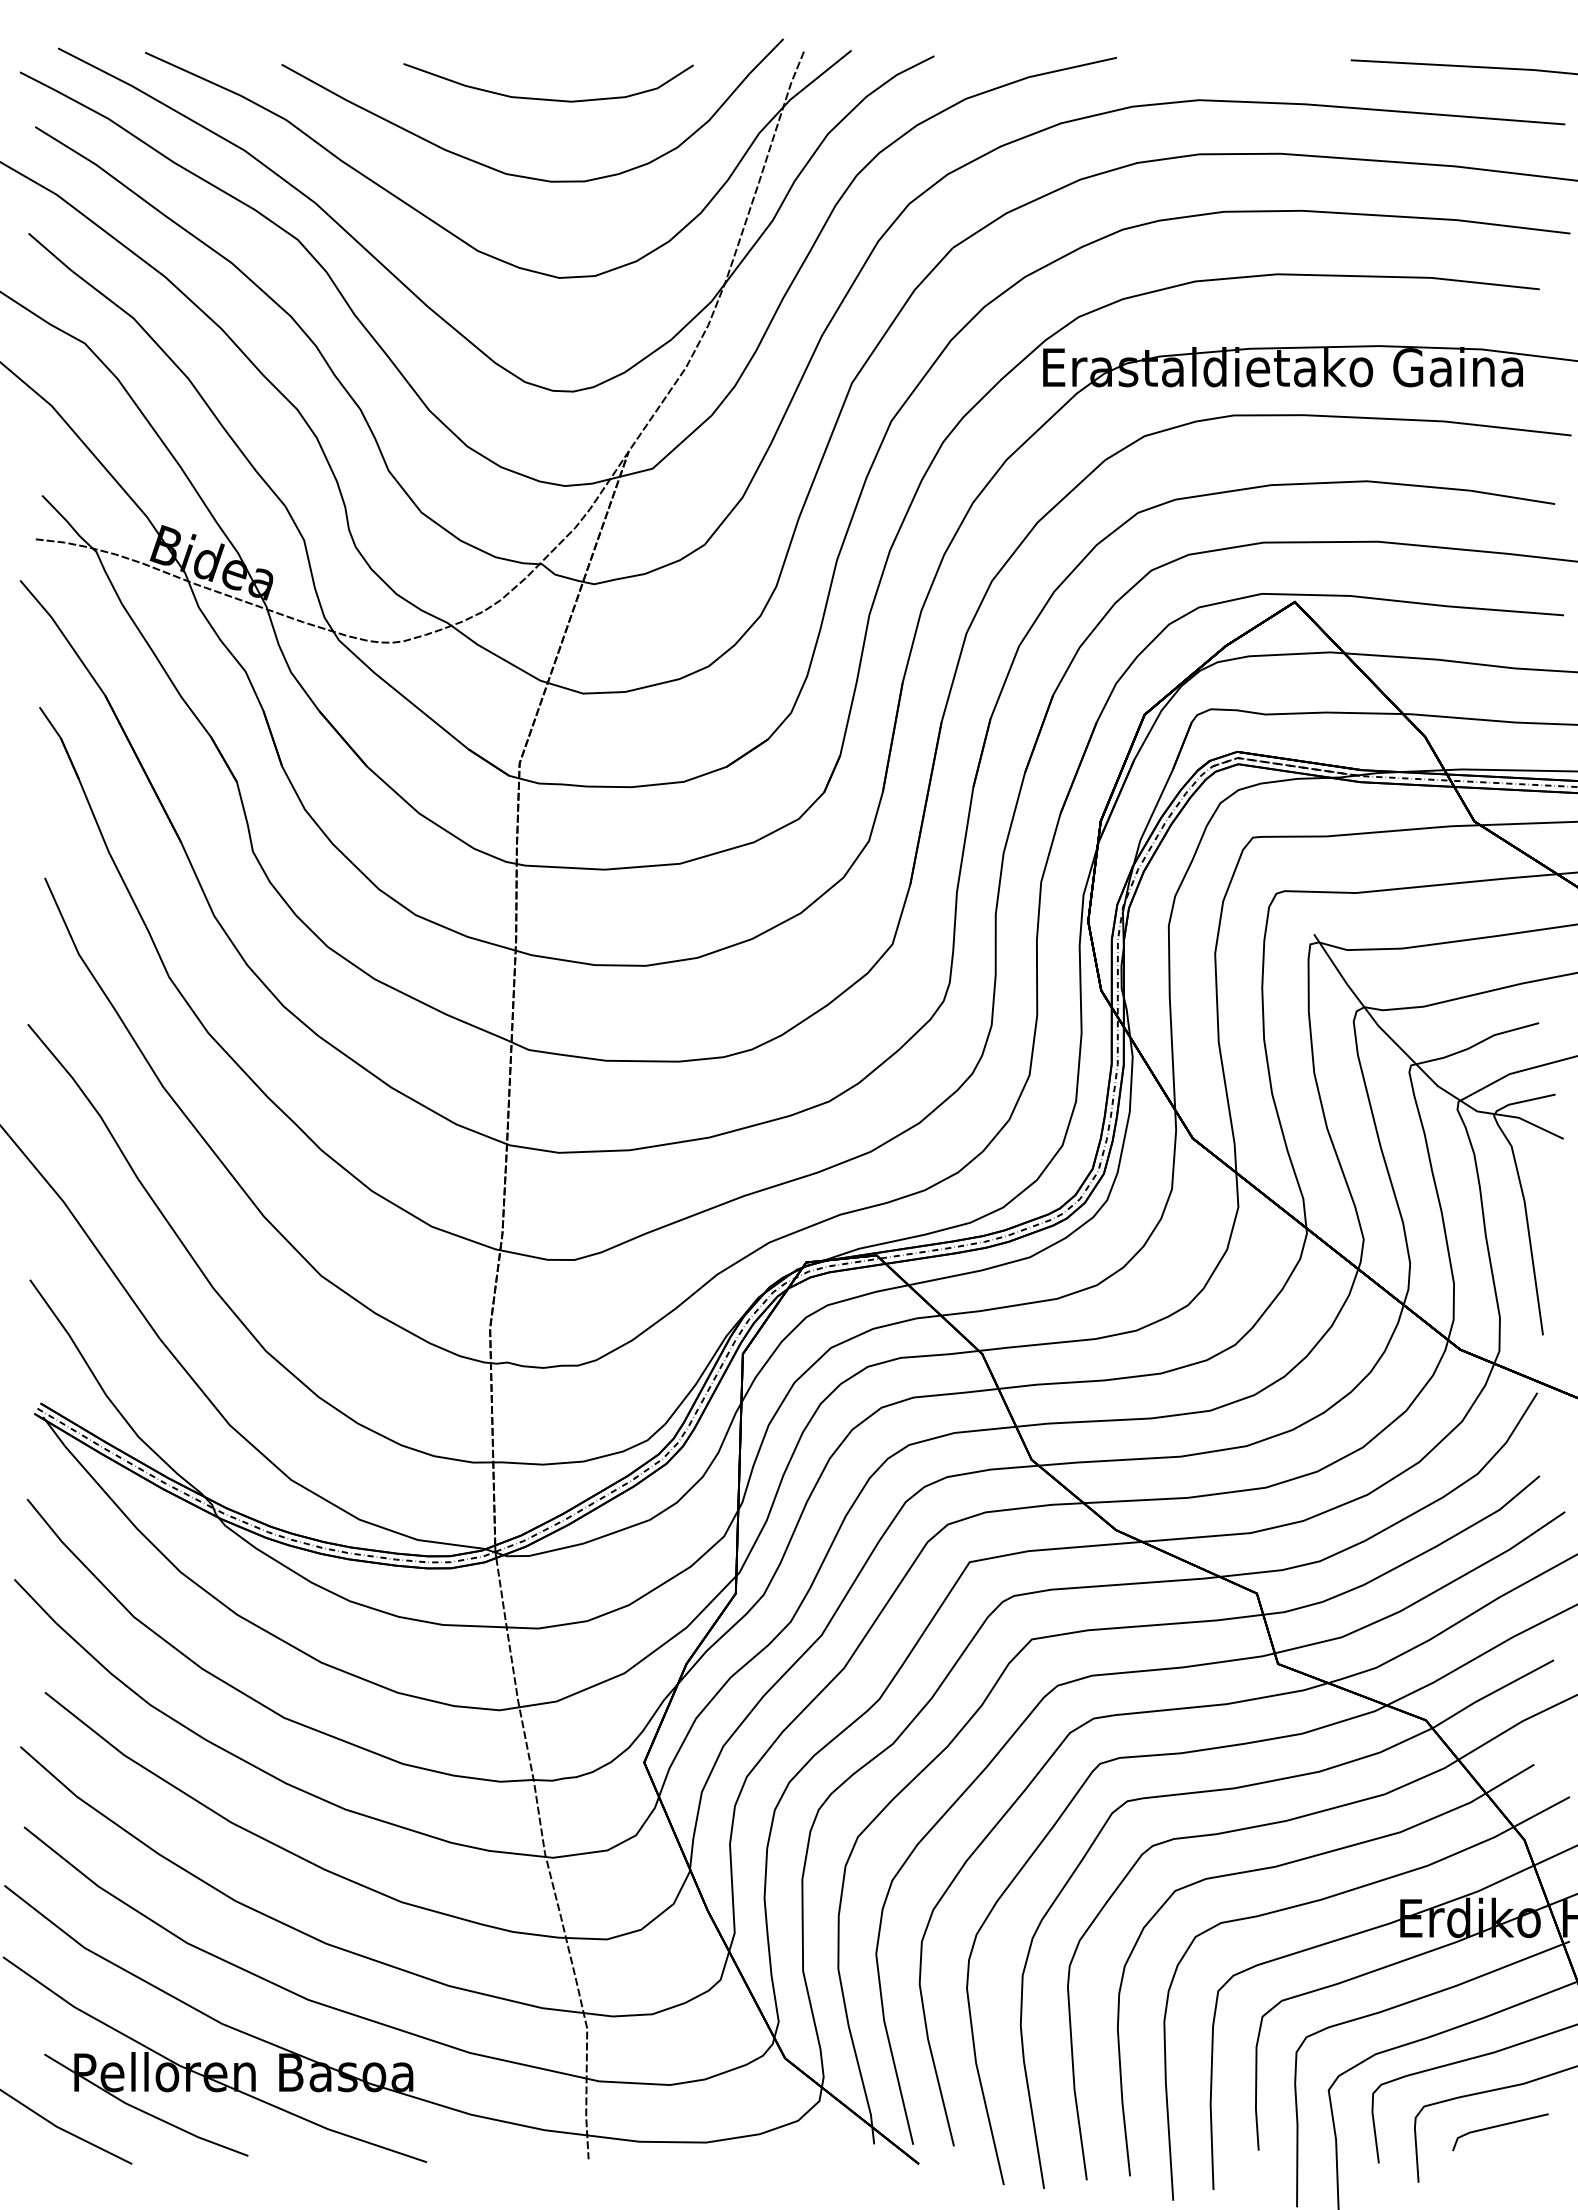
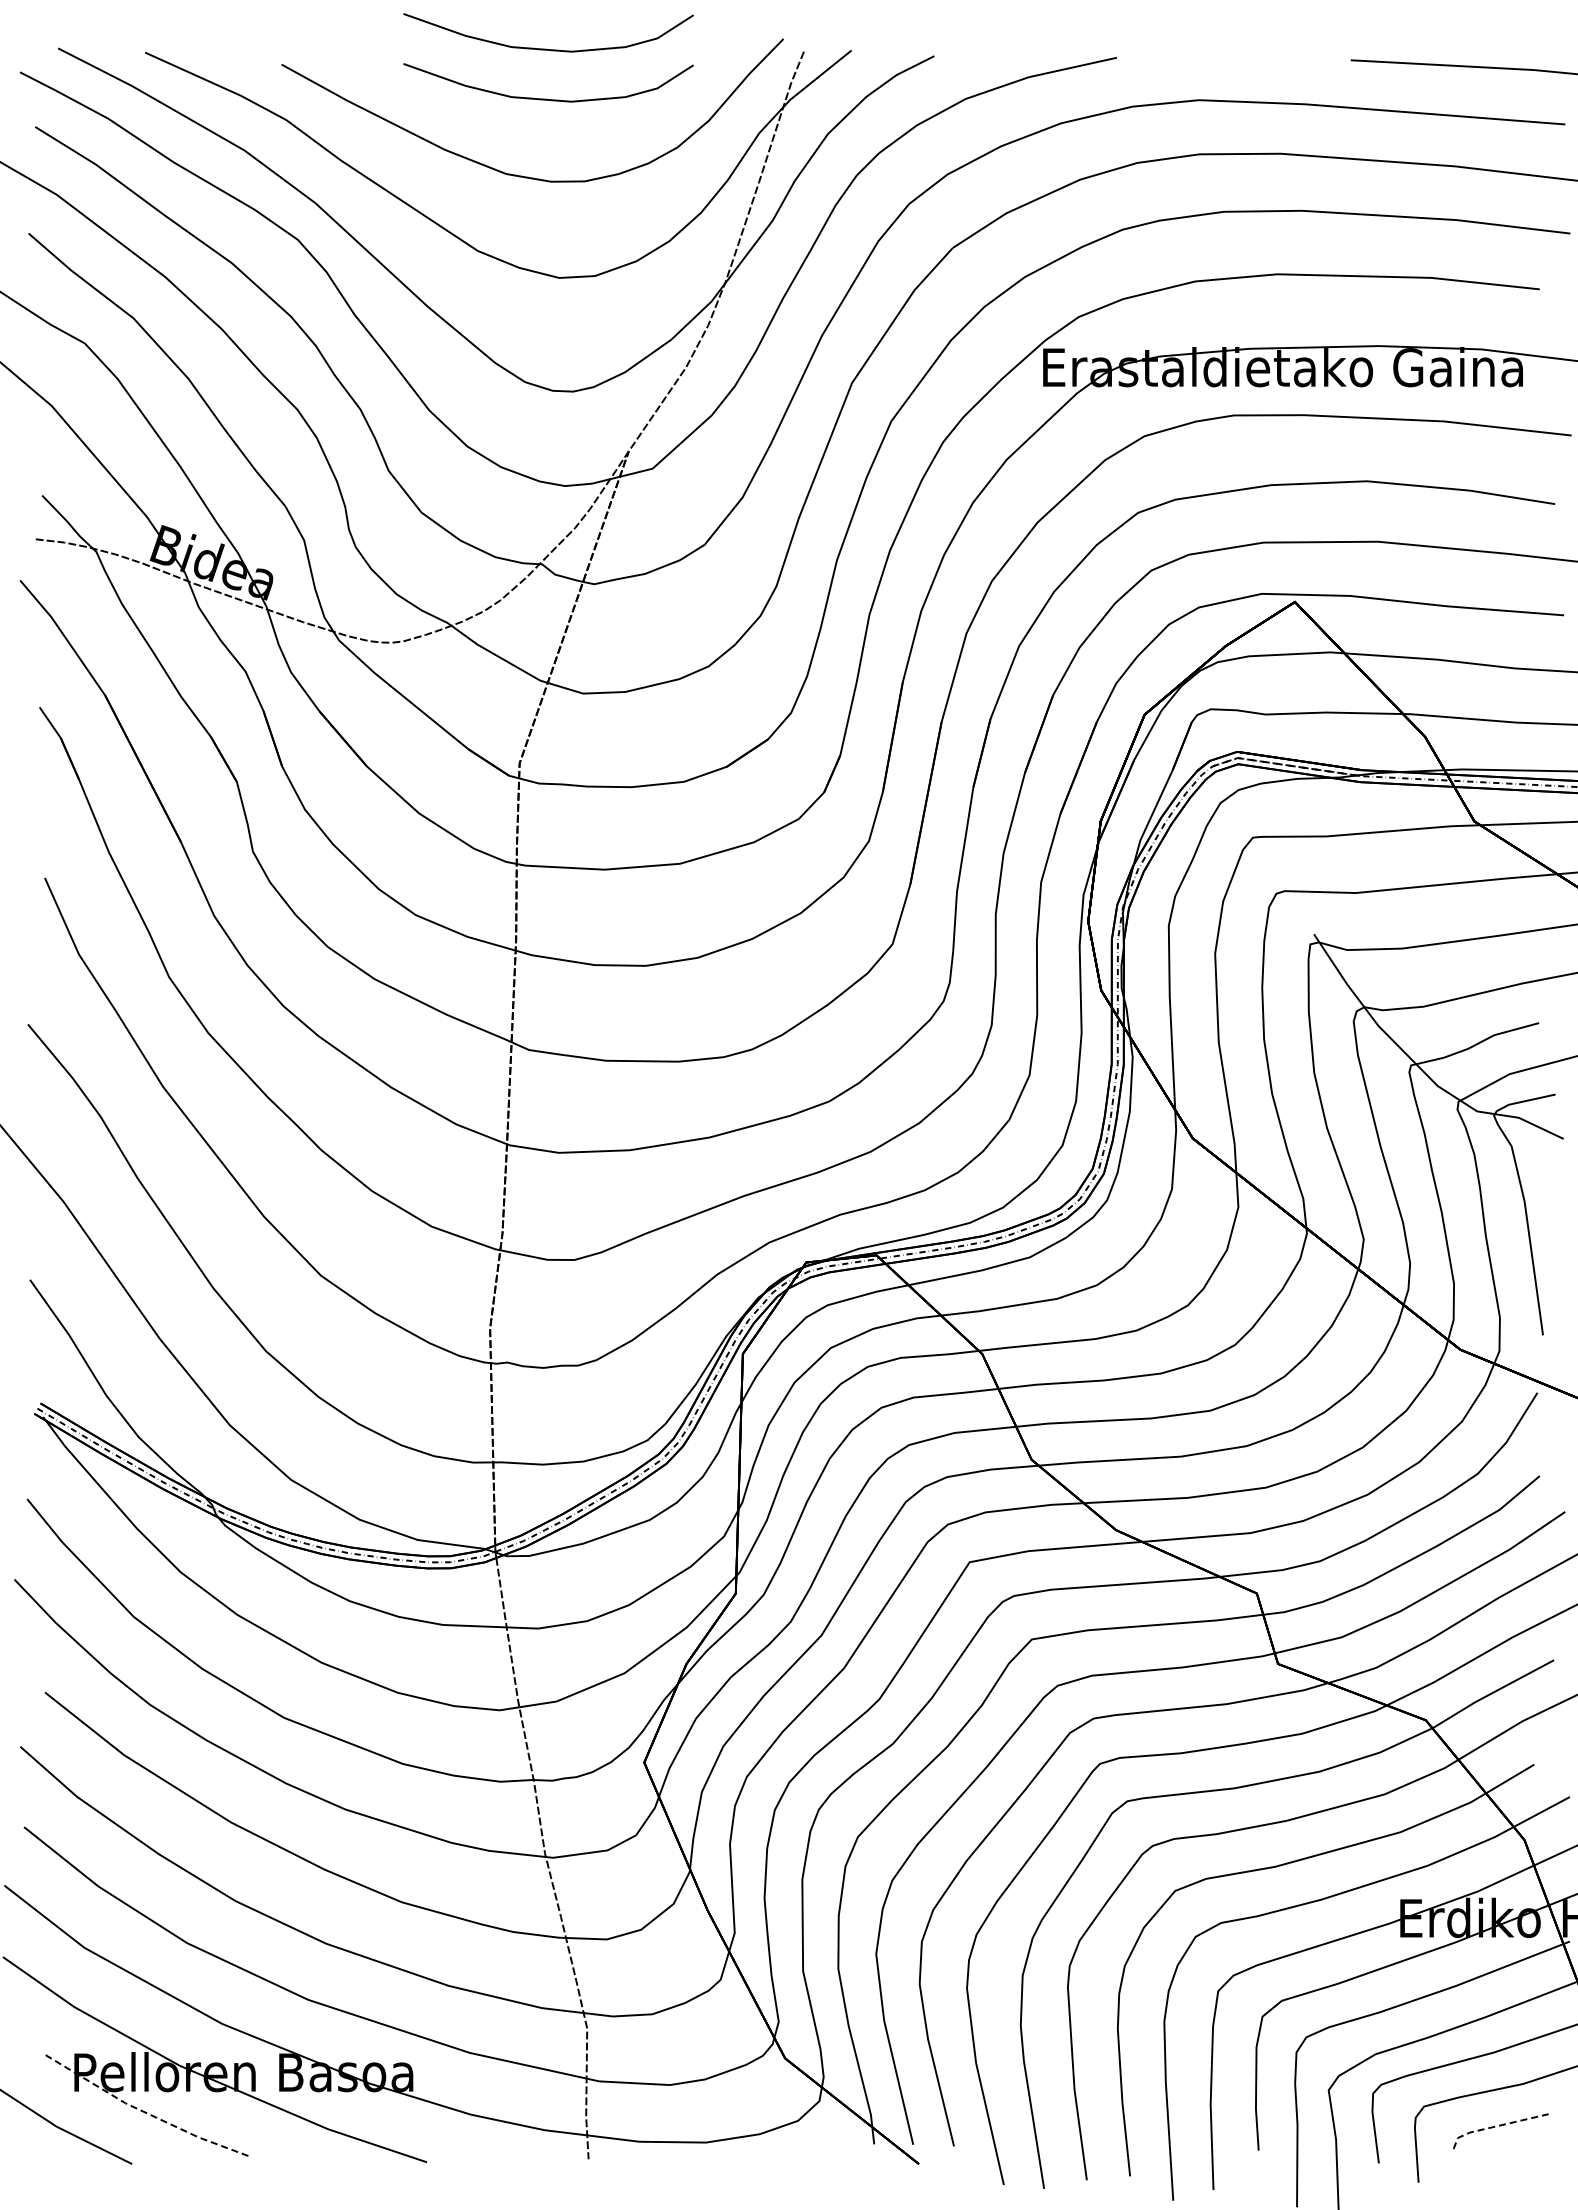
curve at (546, 48): none -> present
line at (143, 2111): solid -> dashed
line at (1494, 2126): solid -> dashed
